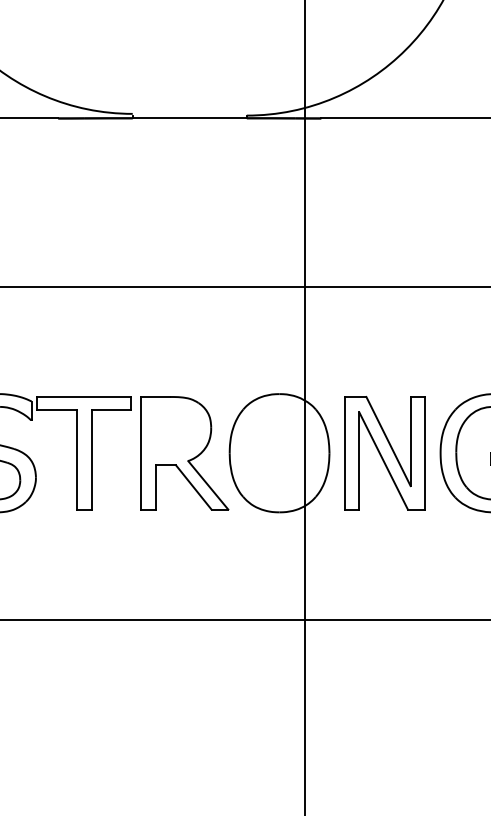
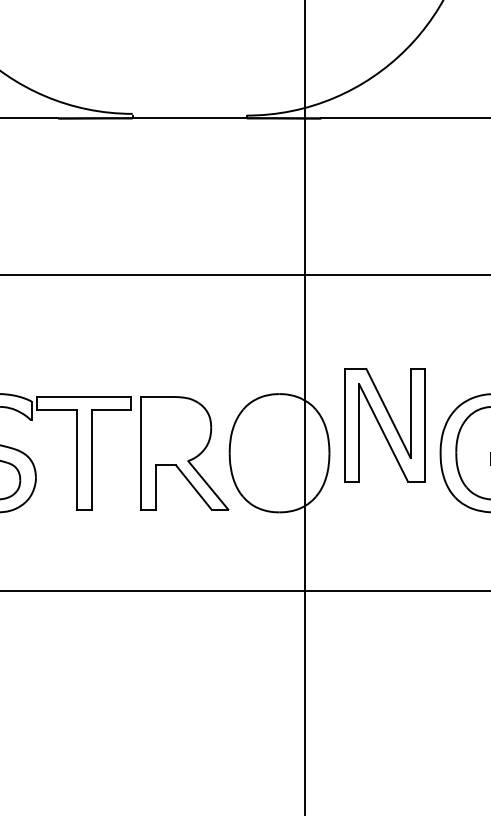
line at (244, 286) position: (244, 286) -> (244, 274)
part at (384, 453) position: (384, 453) -> (384, 425)
line at (244, 619) position: (244, 619) -> (244, 590)
